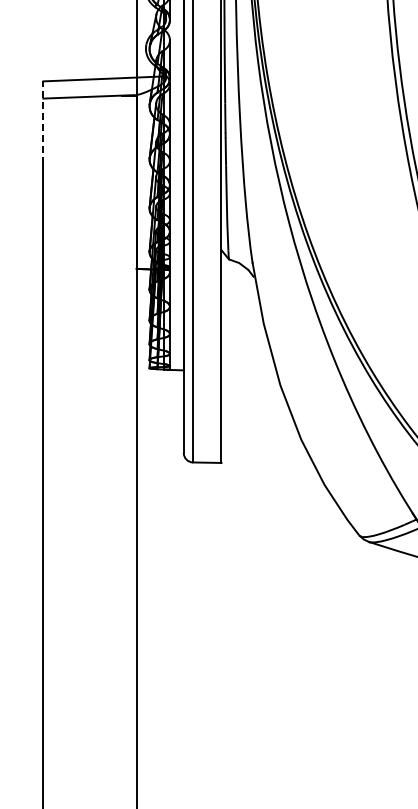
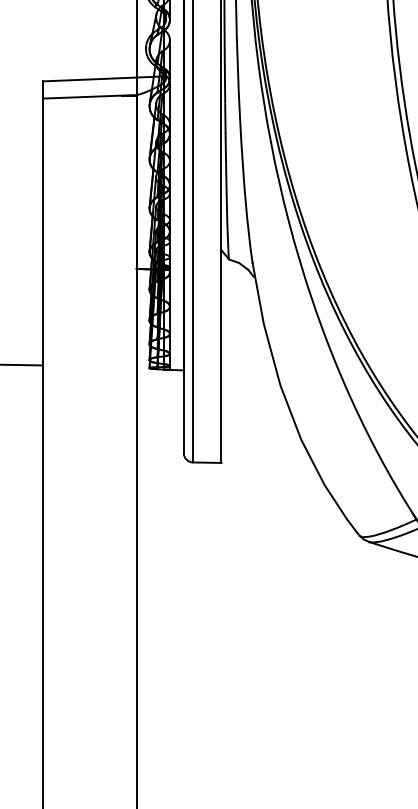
line at (42, 122): dashed -> solid
line at (22, 364): none -> present
